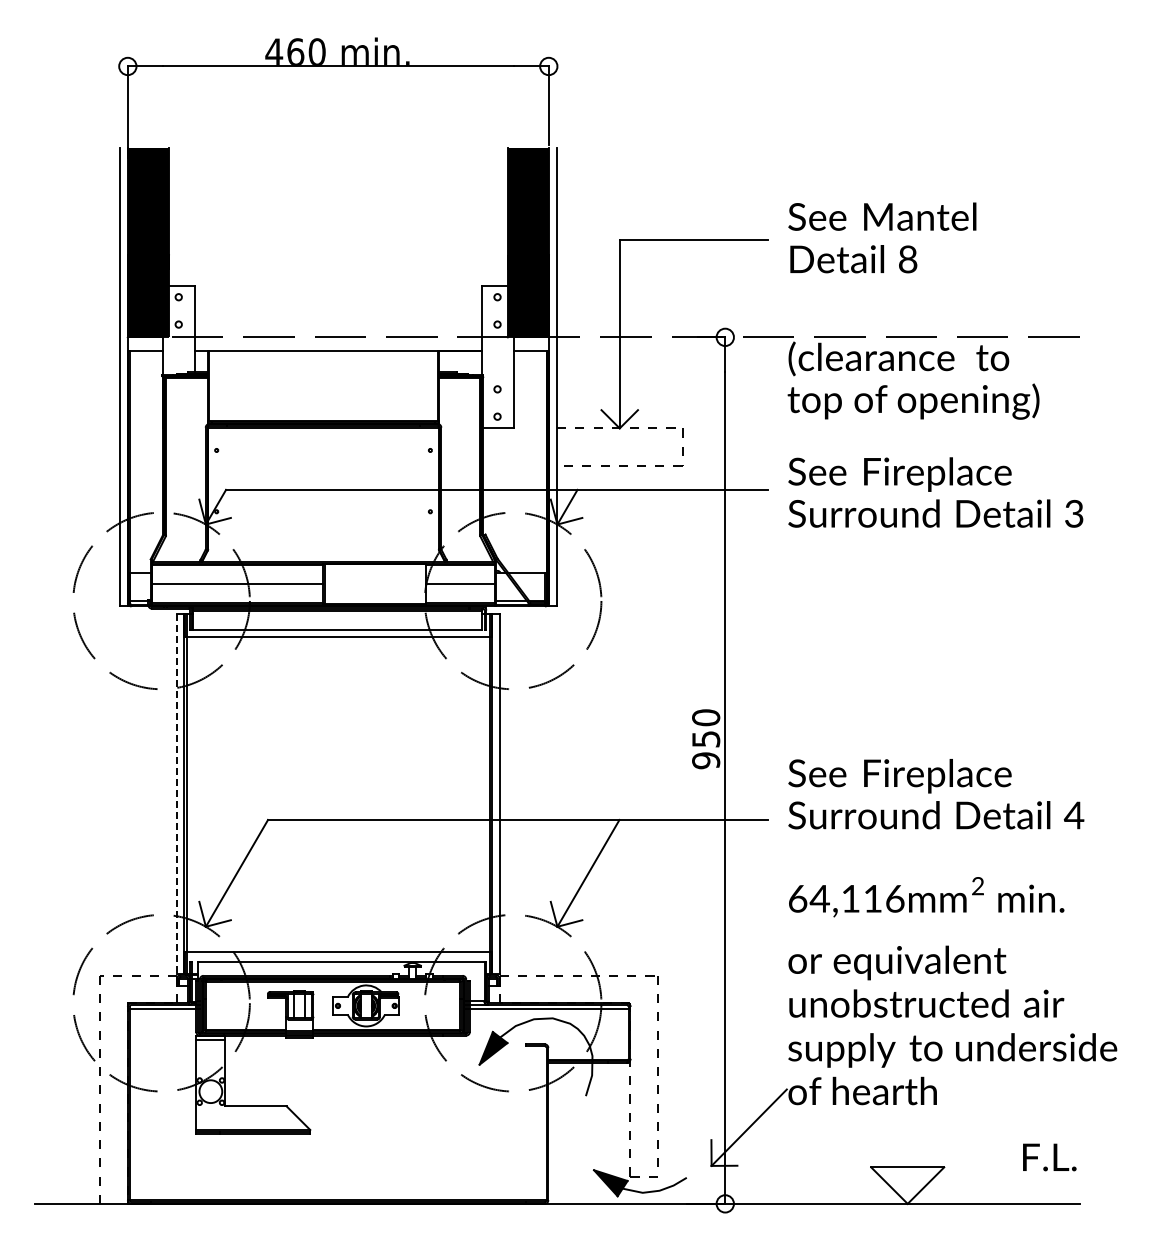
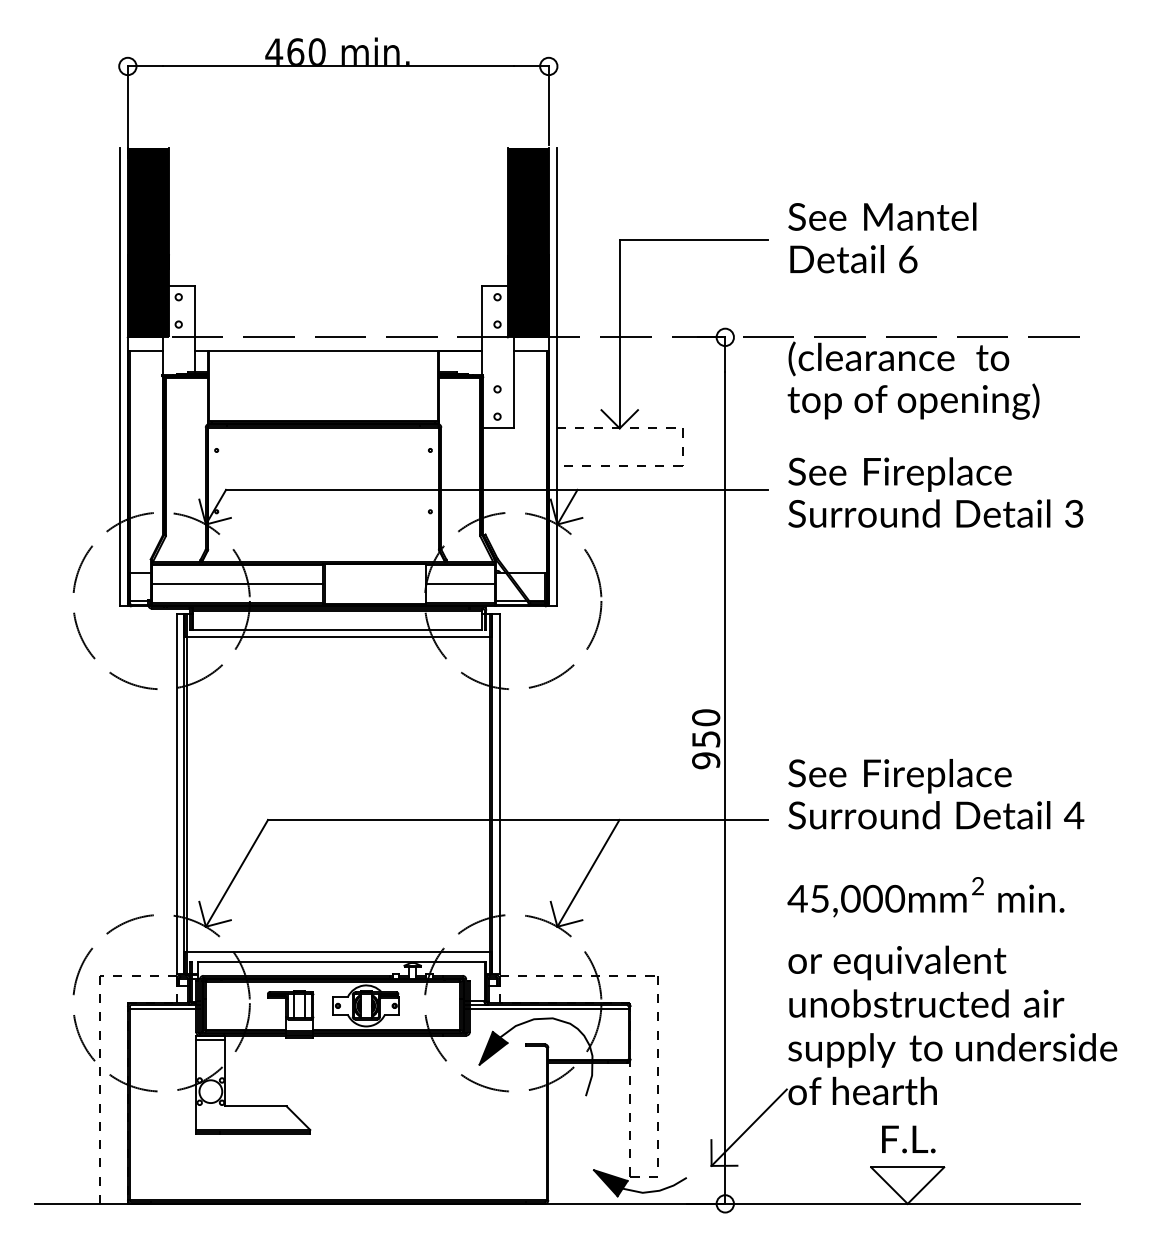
text at (908, 258): 8 -> 6
line at (177, 794): dashed -> solid
text at (846, 898): 64,116mm -> 45,000mm
text at (1049, 1157) position: (1049, 1157) -> (908, 1139)
